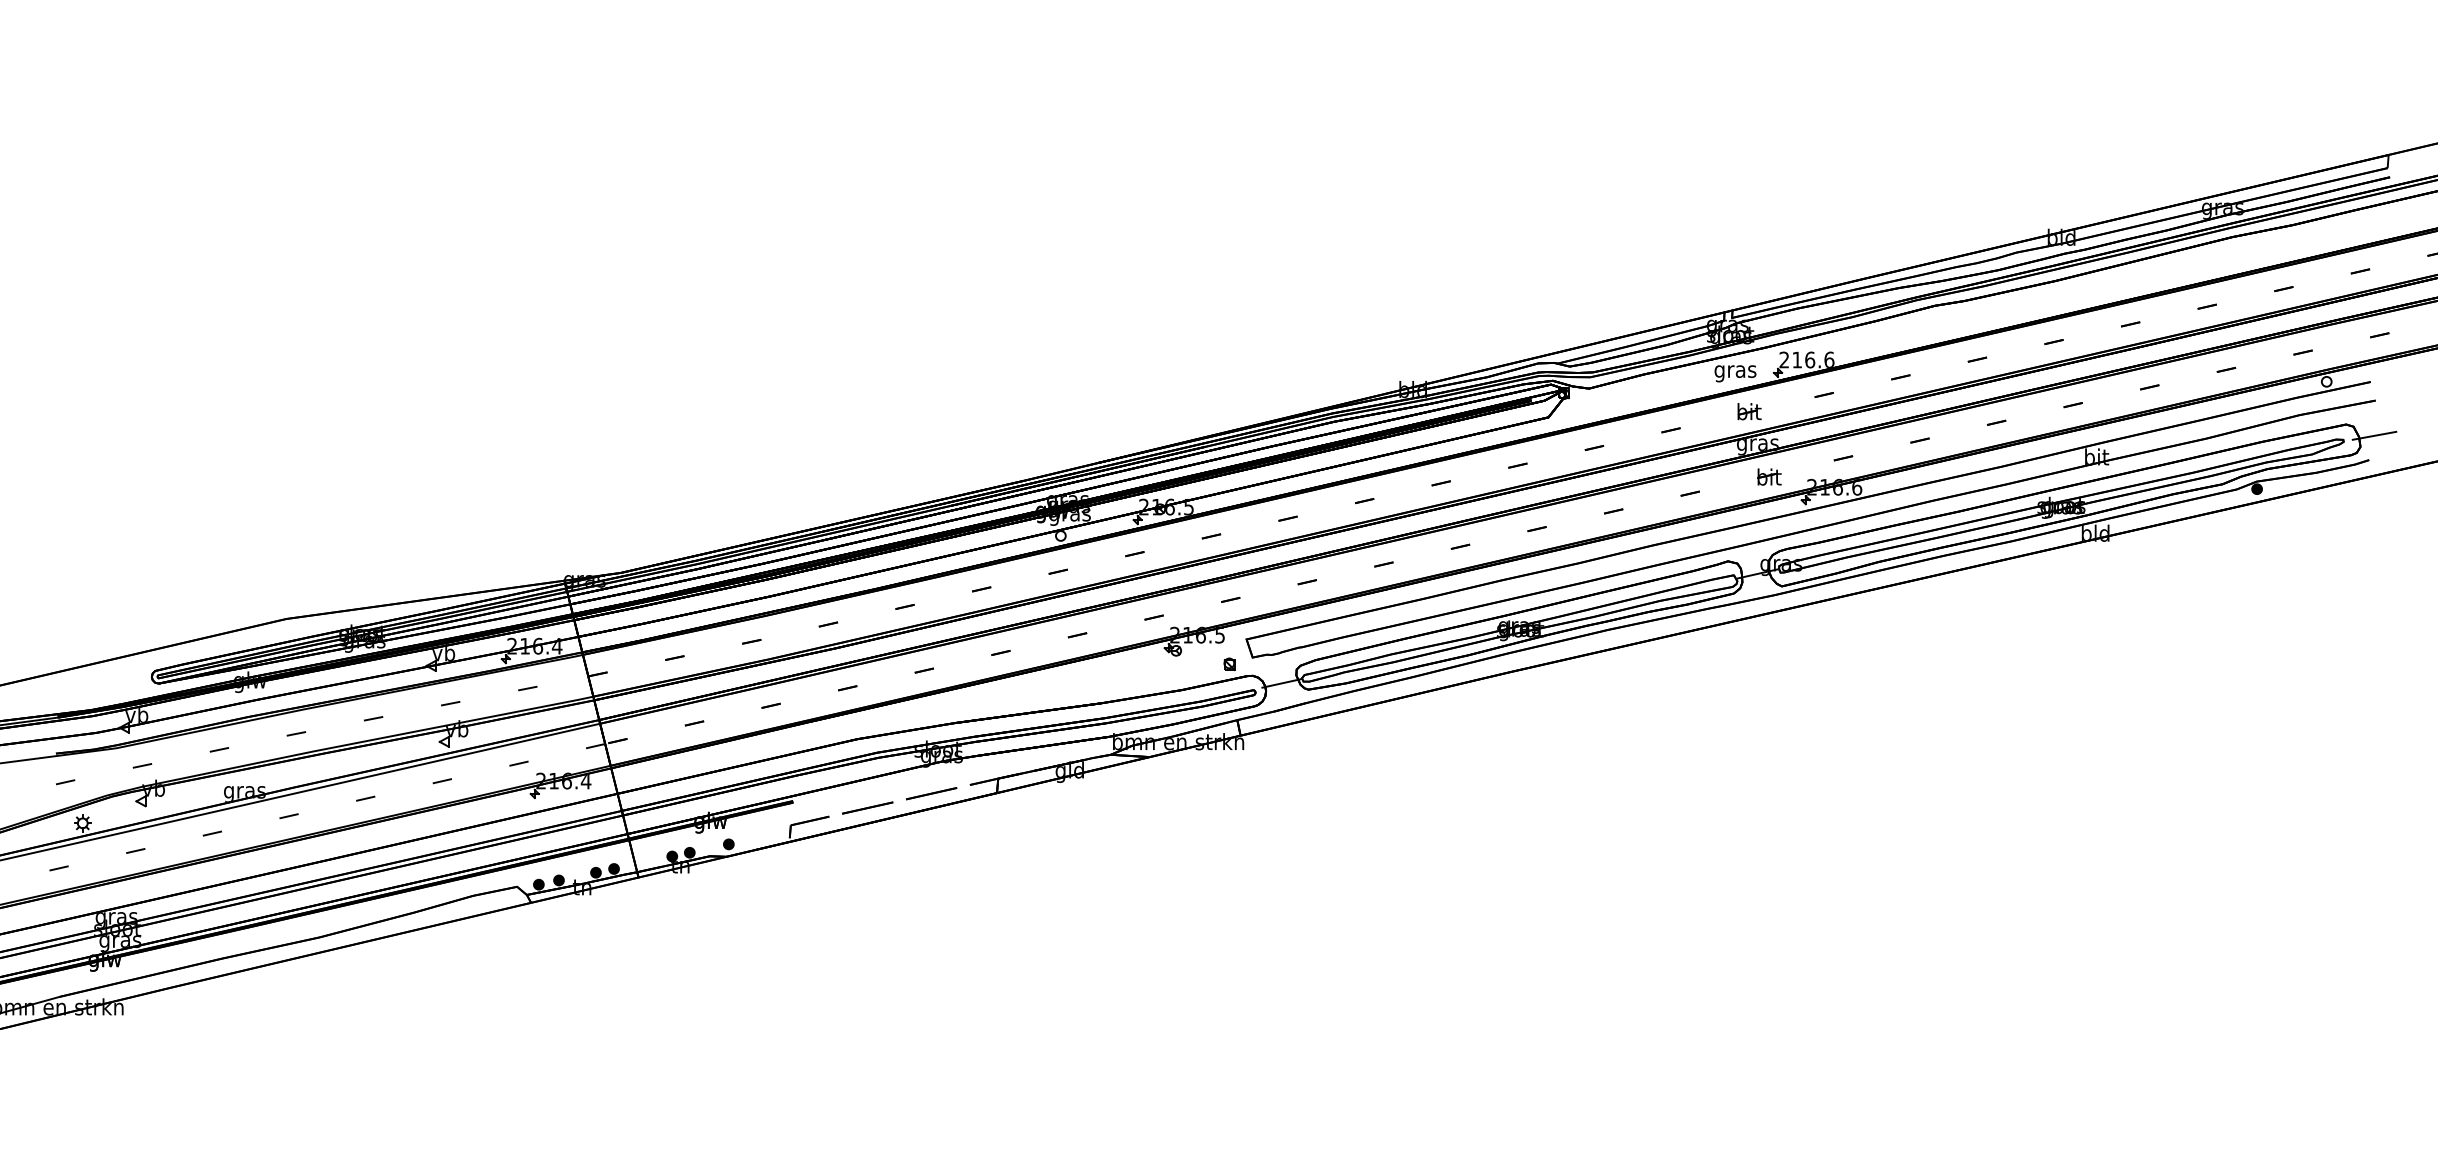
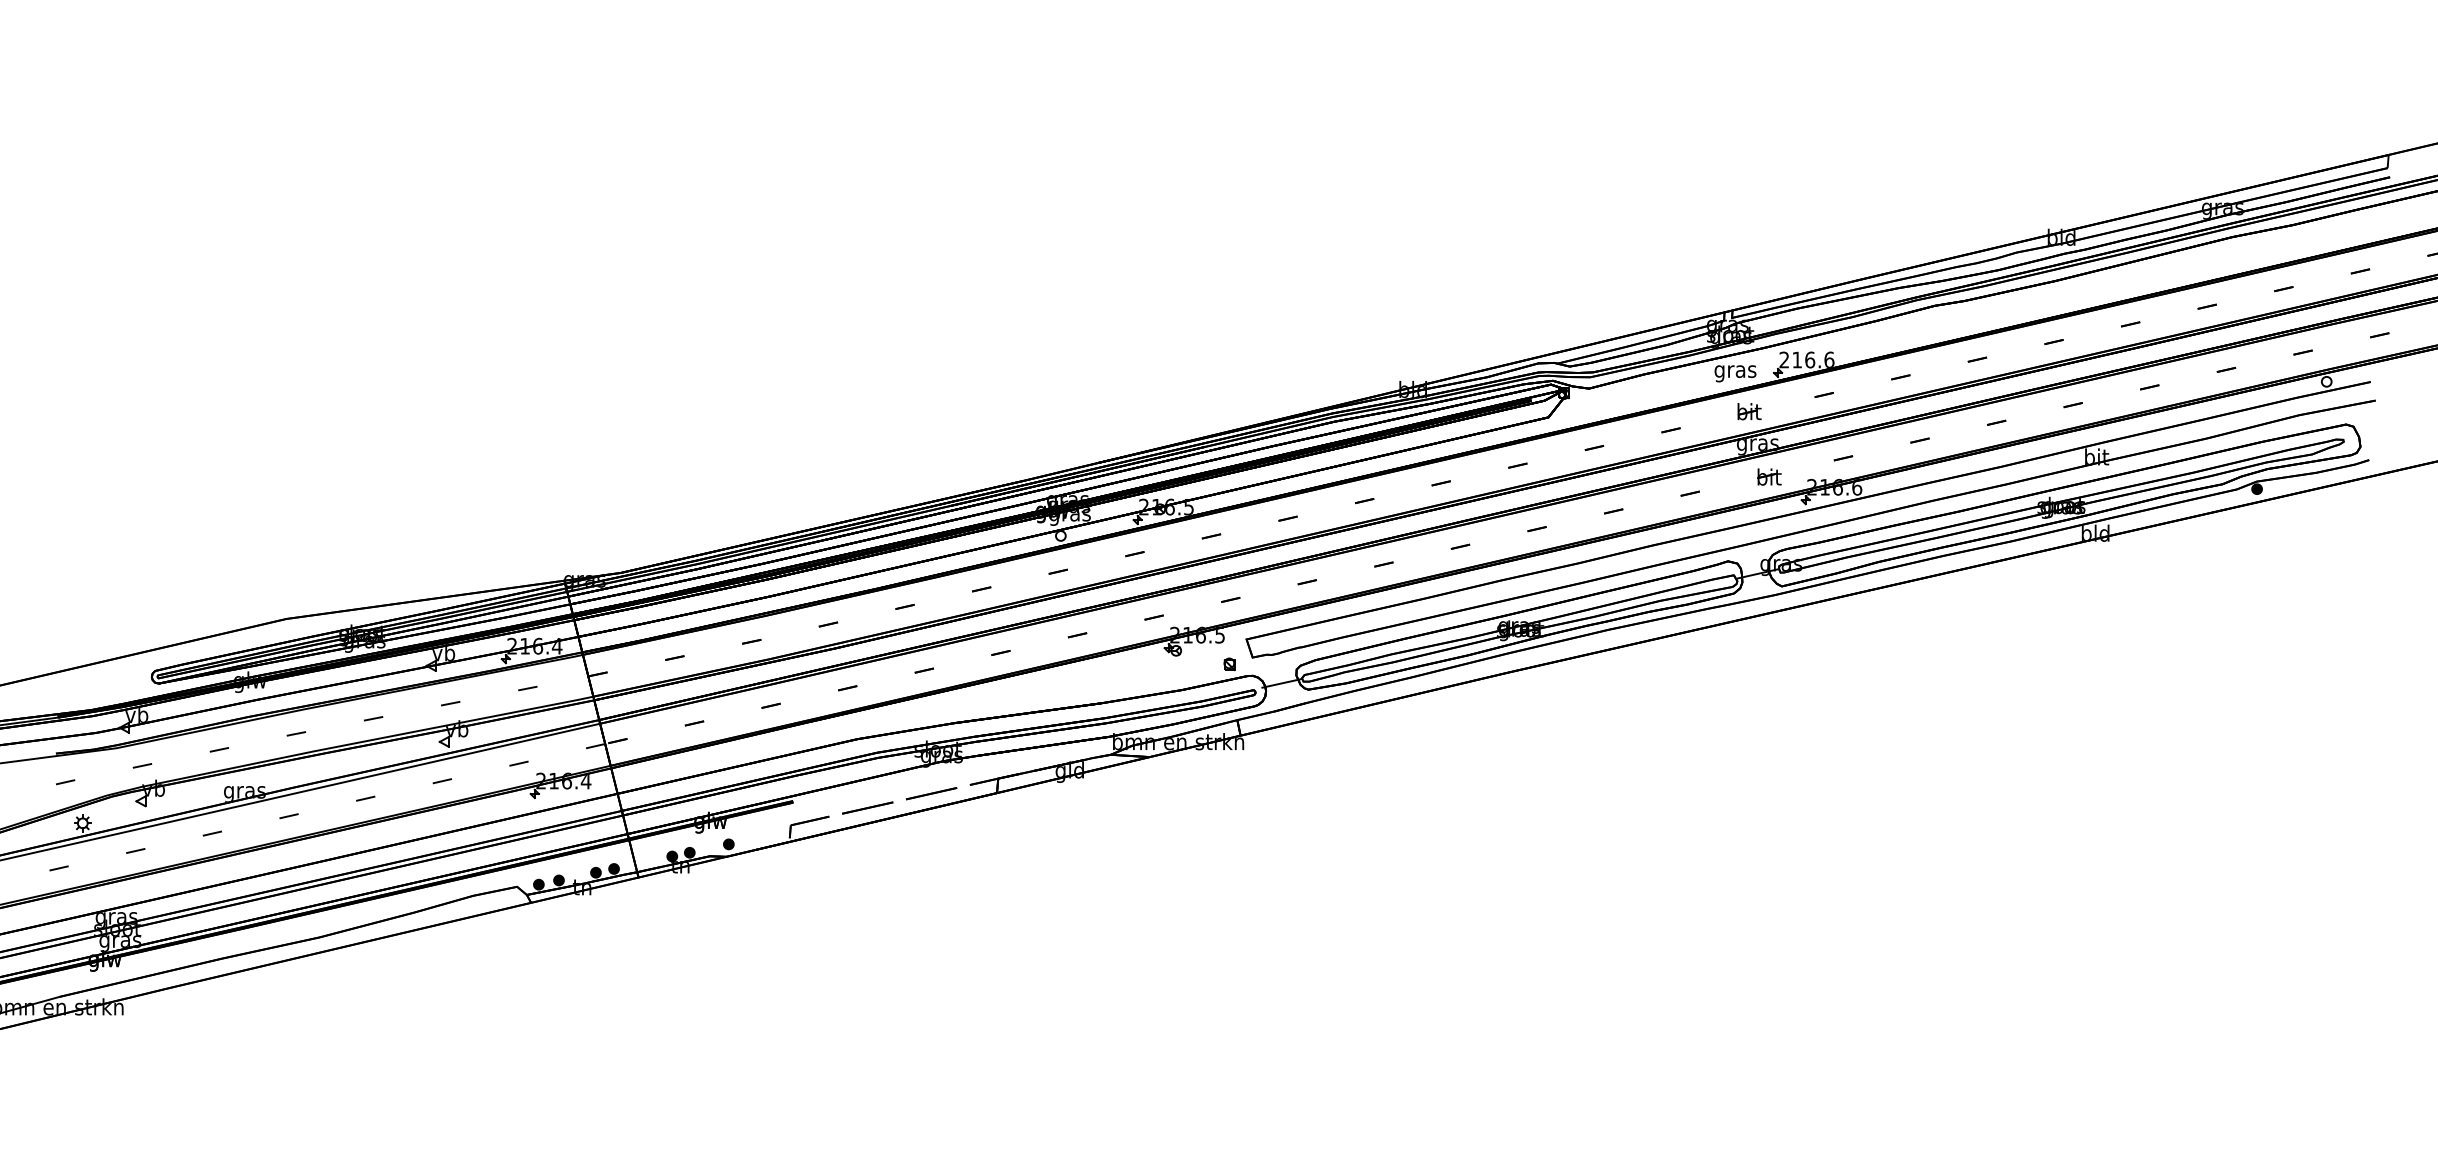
line at (2374, 435): present -> none
